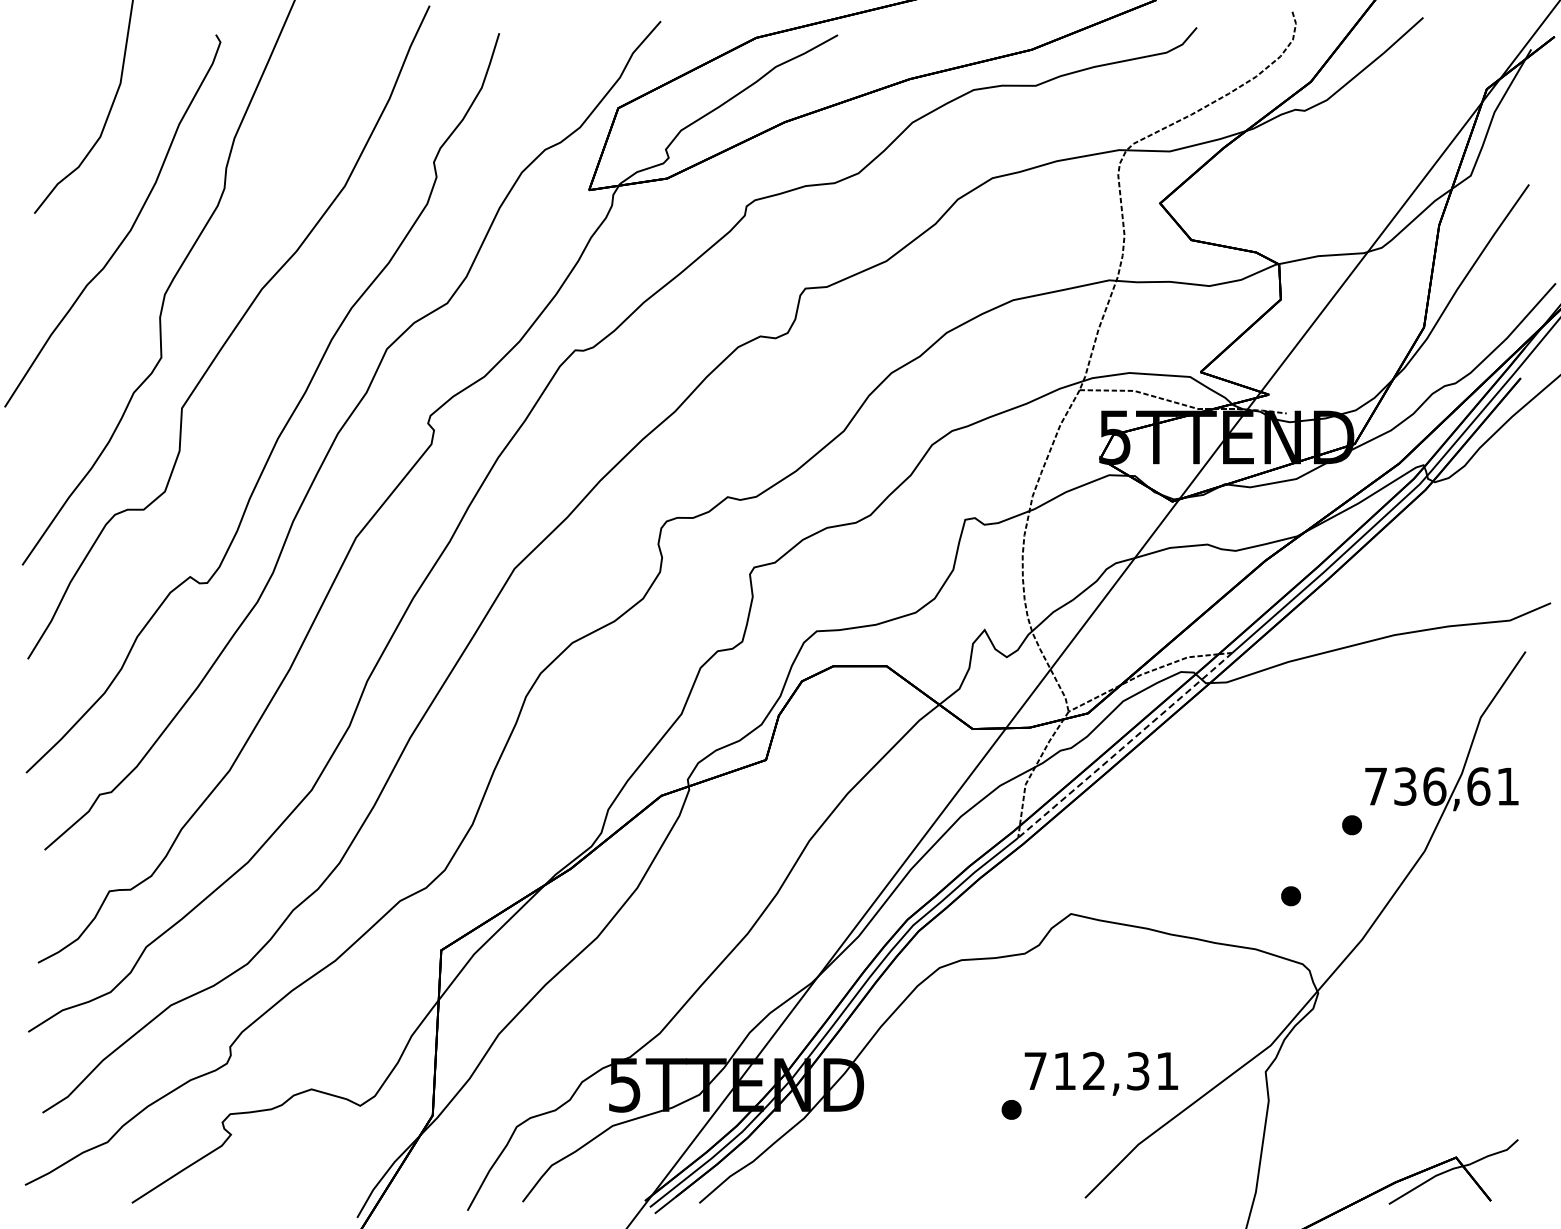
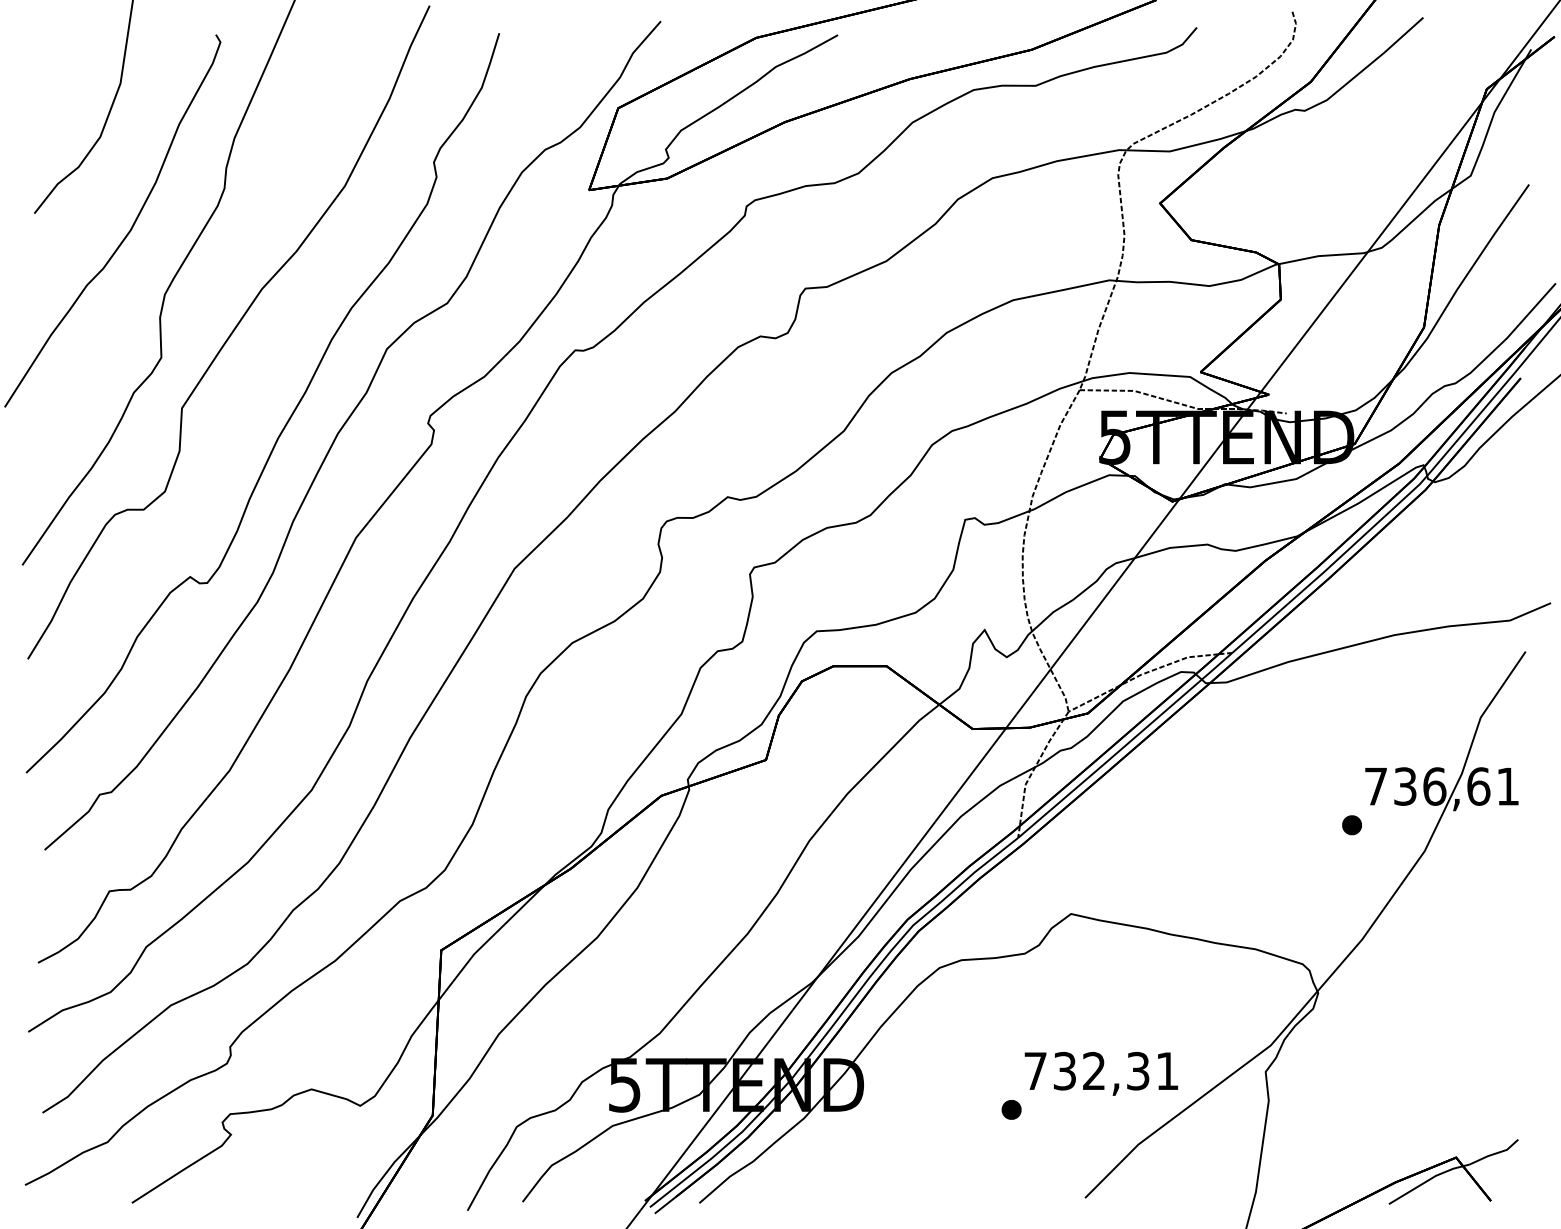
line at (1125, 745): dashed -> solid
part at (1290, 896): present -> none
text at (1064, 1070): 712,31 -> 732,31
